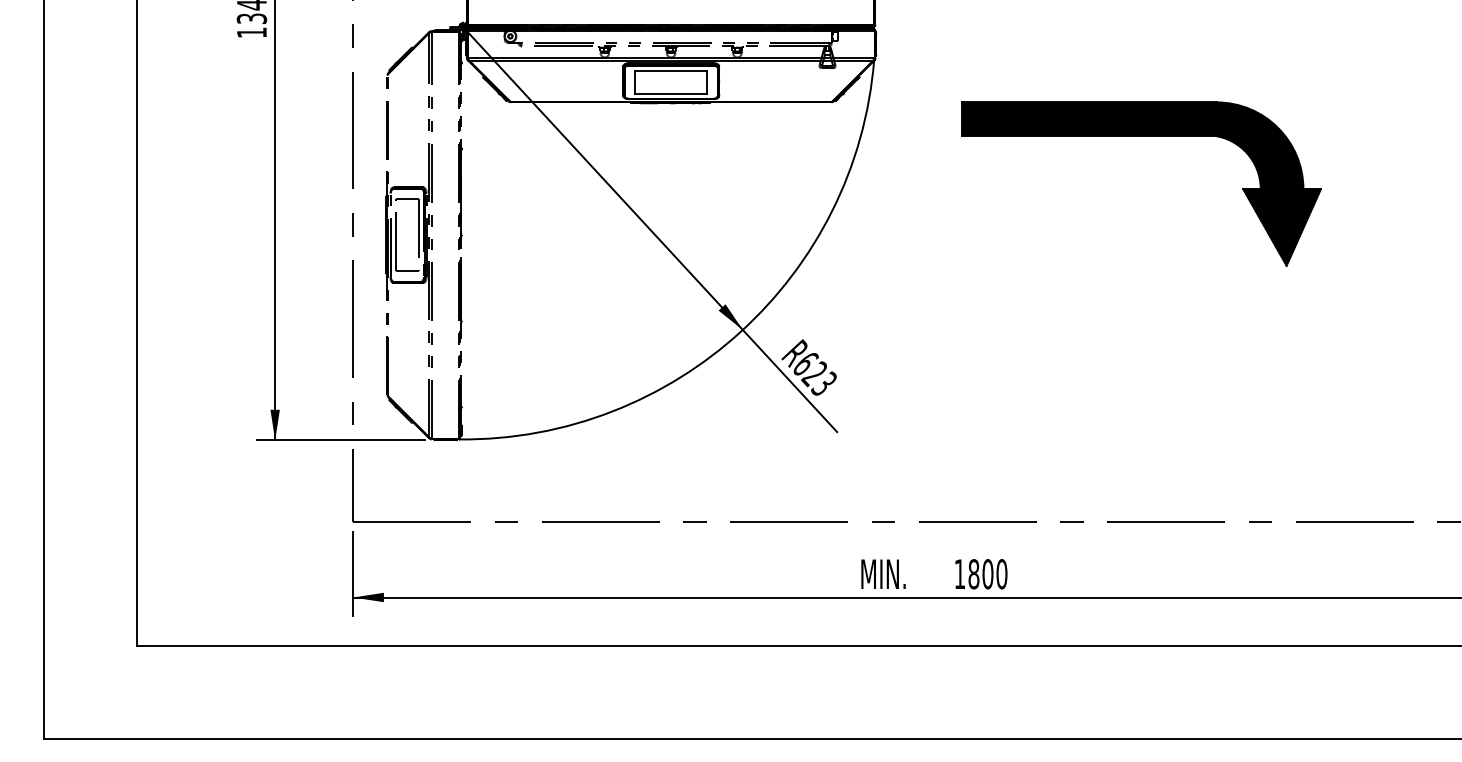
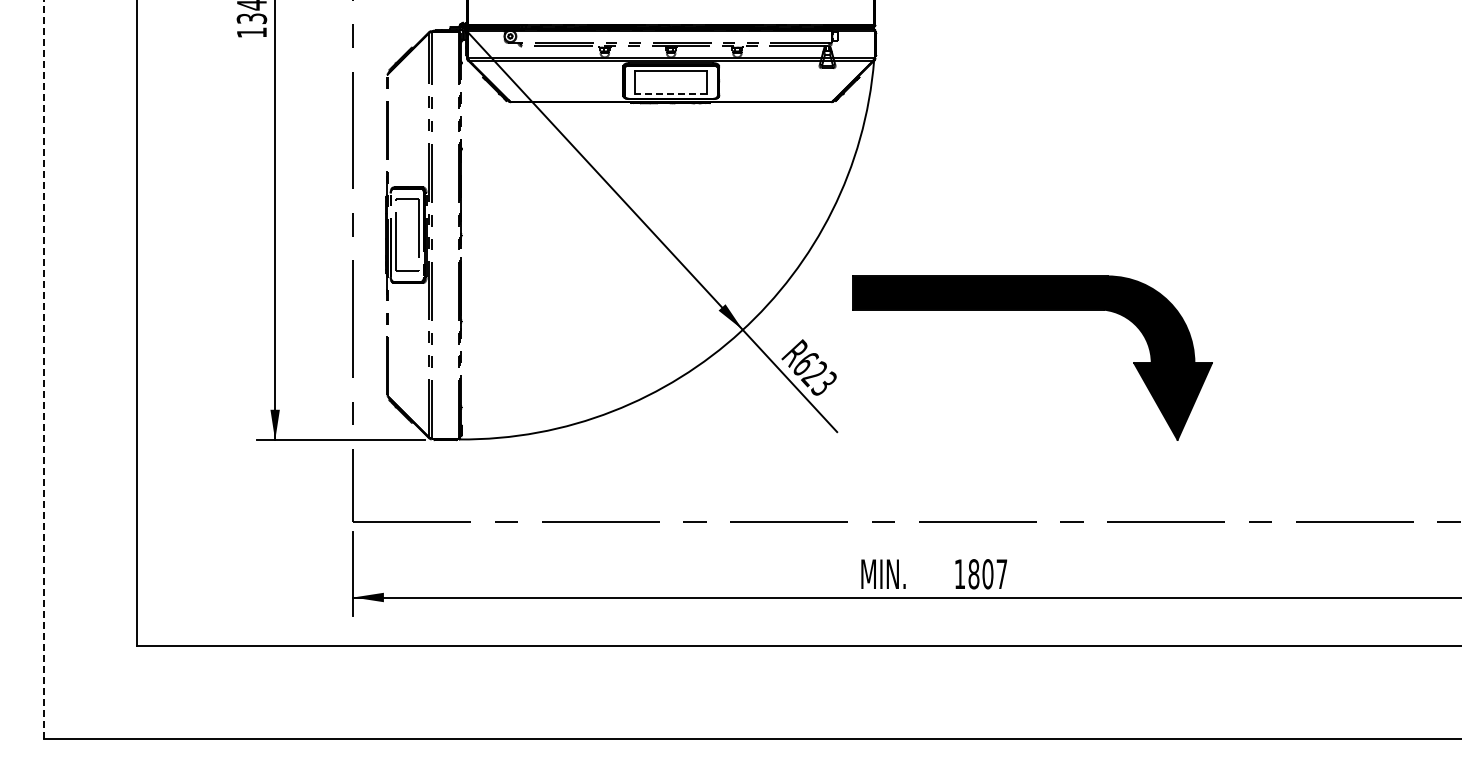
line at (670, 93): solid -> dashed
part at (1141, 136) position: (1141, 136) -> (1032, 310)
line at (43, 369): solid -> dashed
text at (1001, 574): 1800 -> 1807
